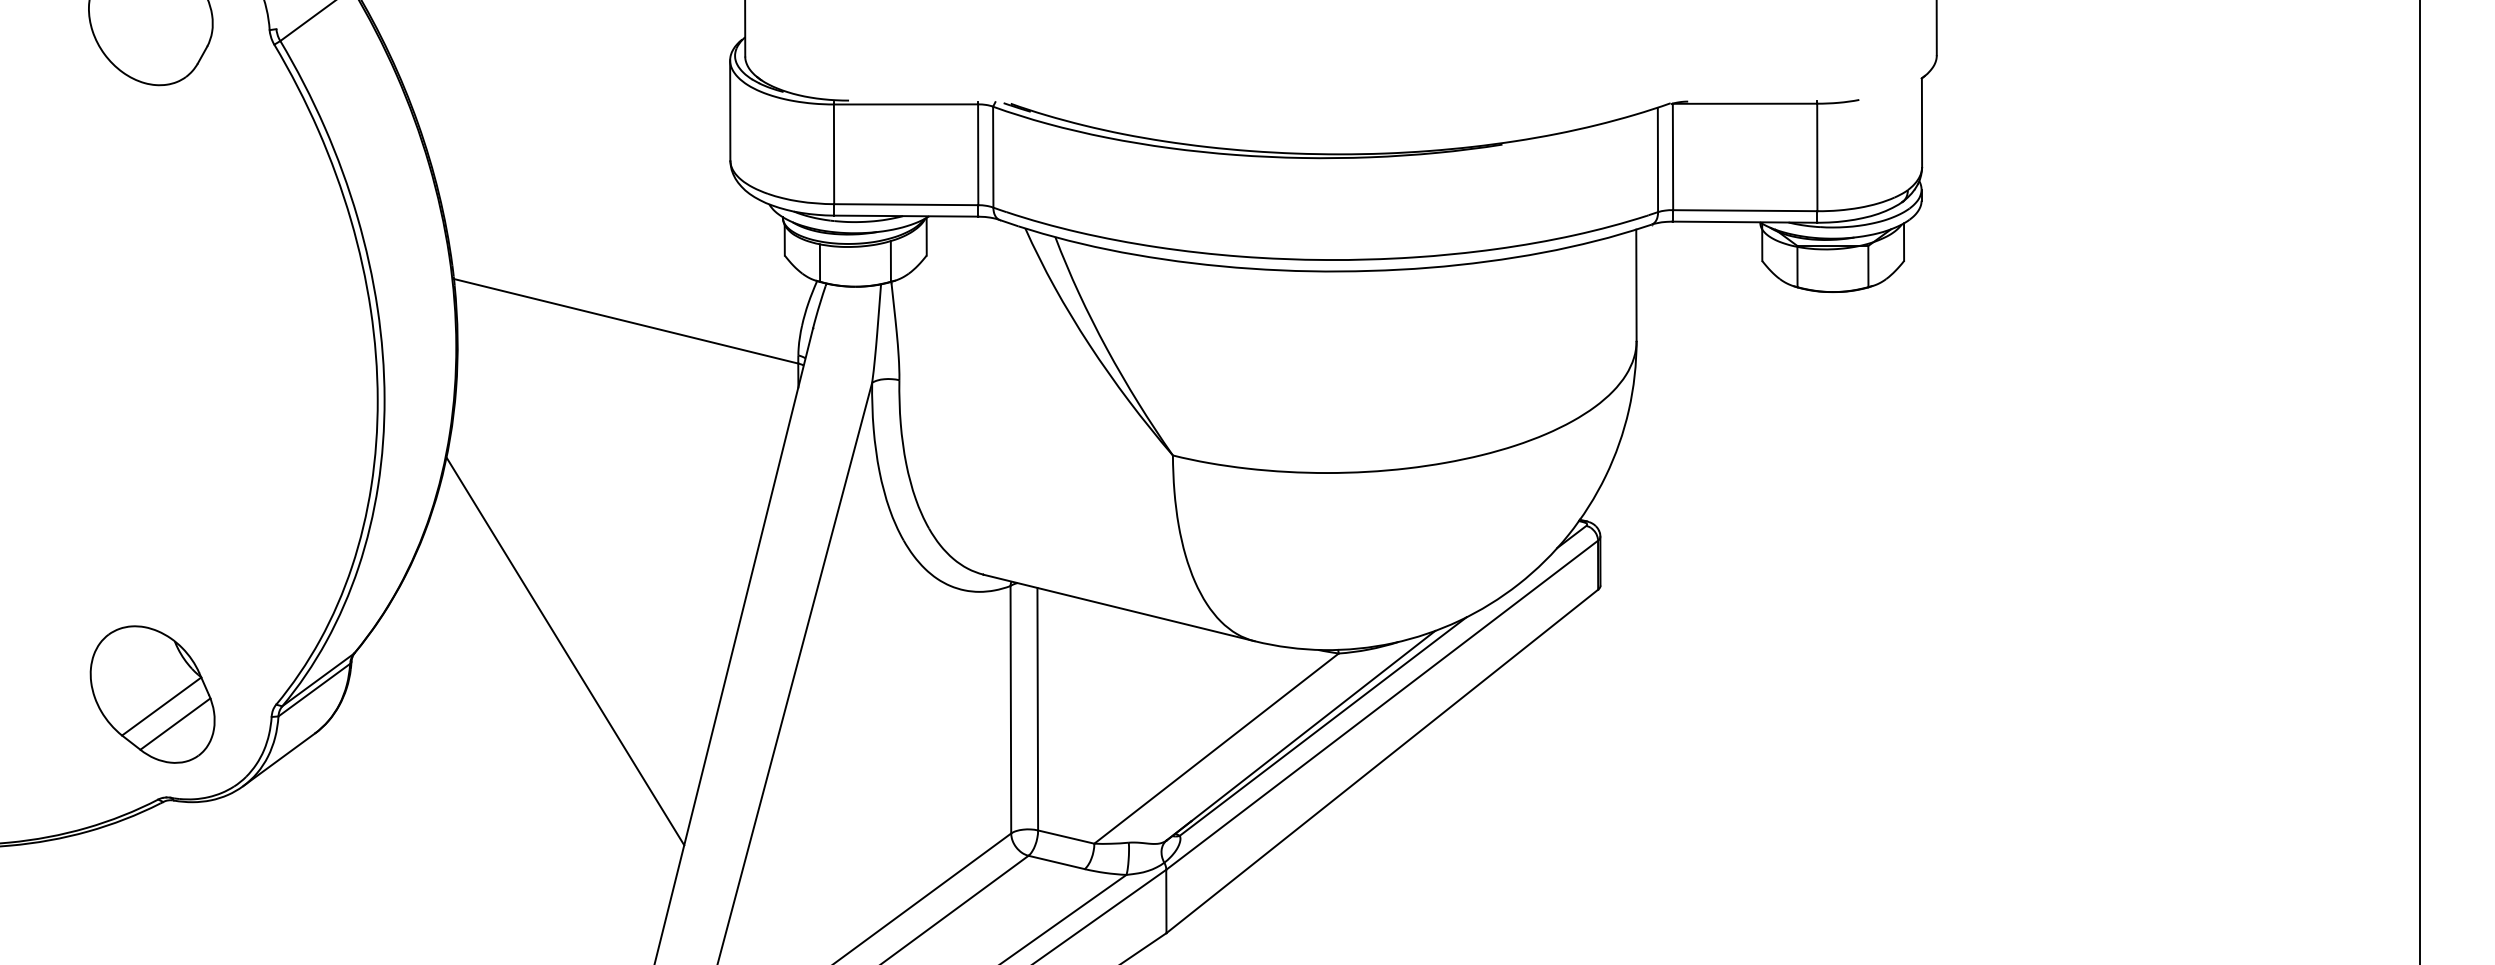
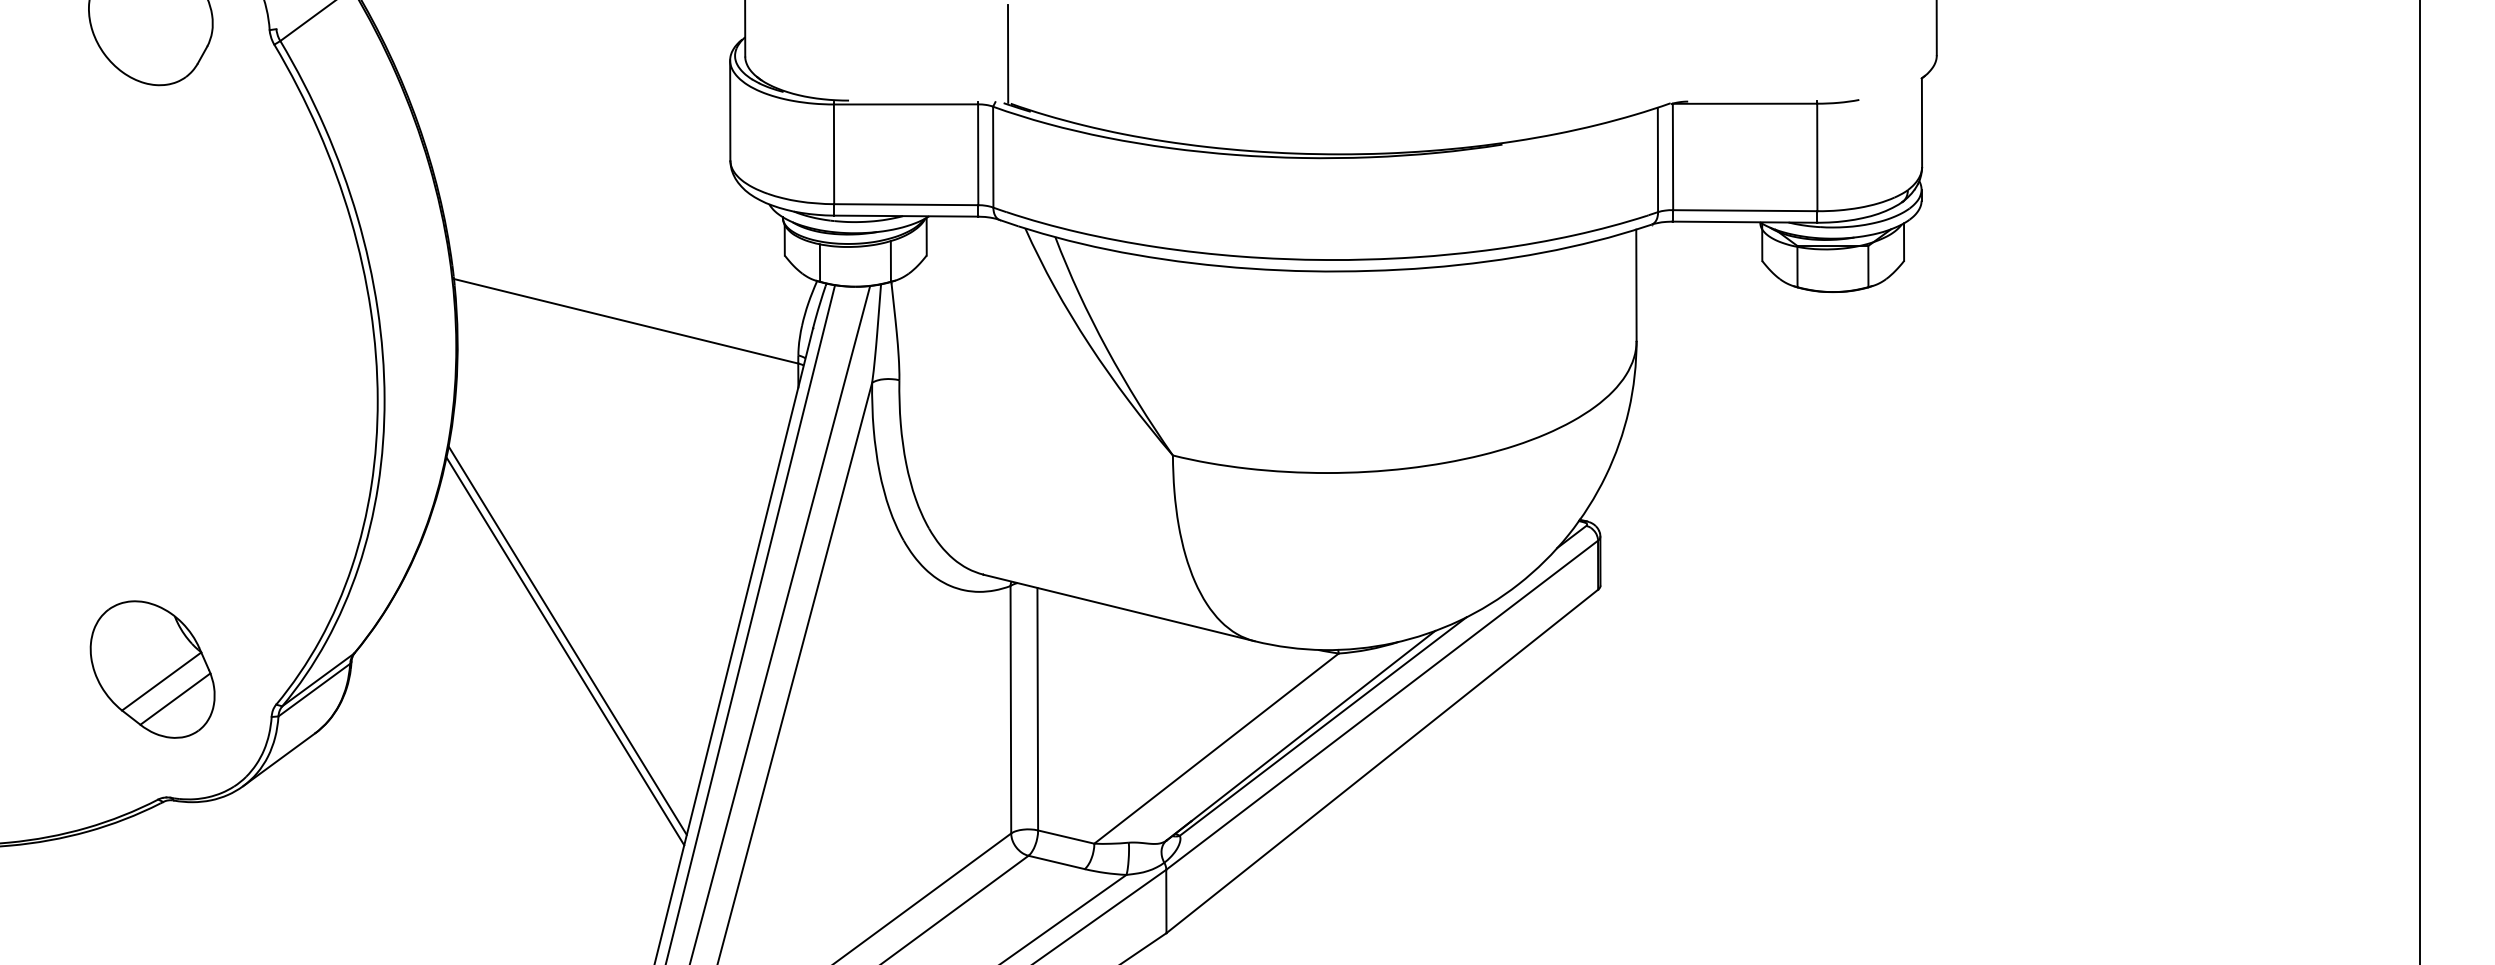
line at (1008, 53): none -> present
line at (750, 623): none -> present
line at (780, 623): none -> present
line at (567, 640): none -> present
part at (152, 694) position: (152, 694) -> (152, 669)
